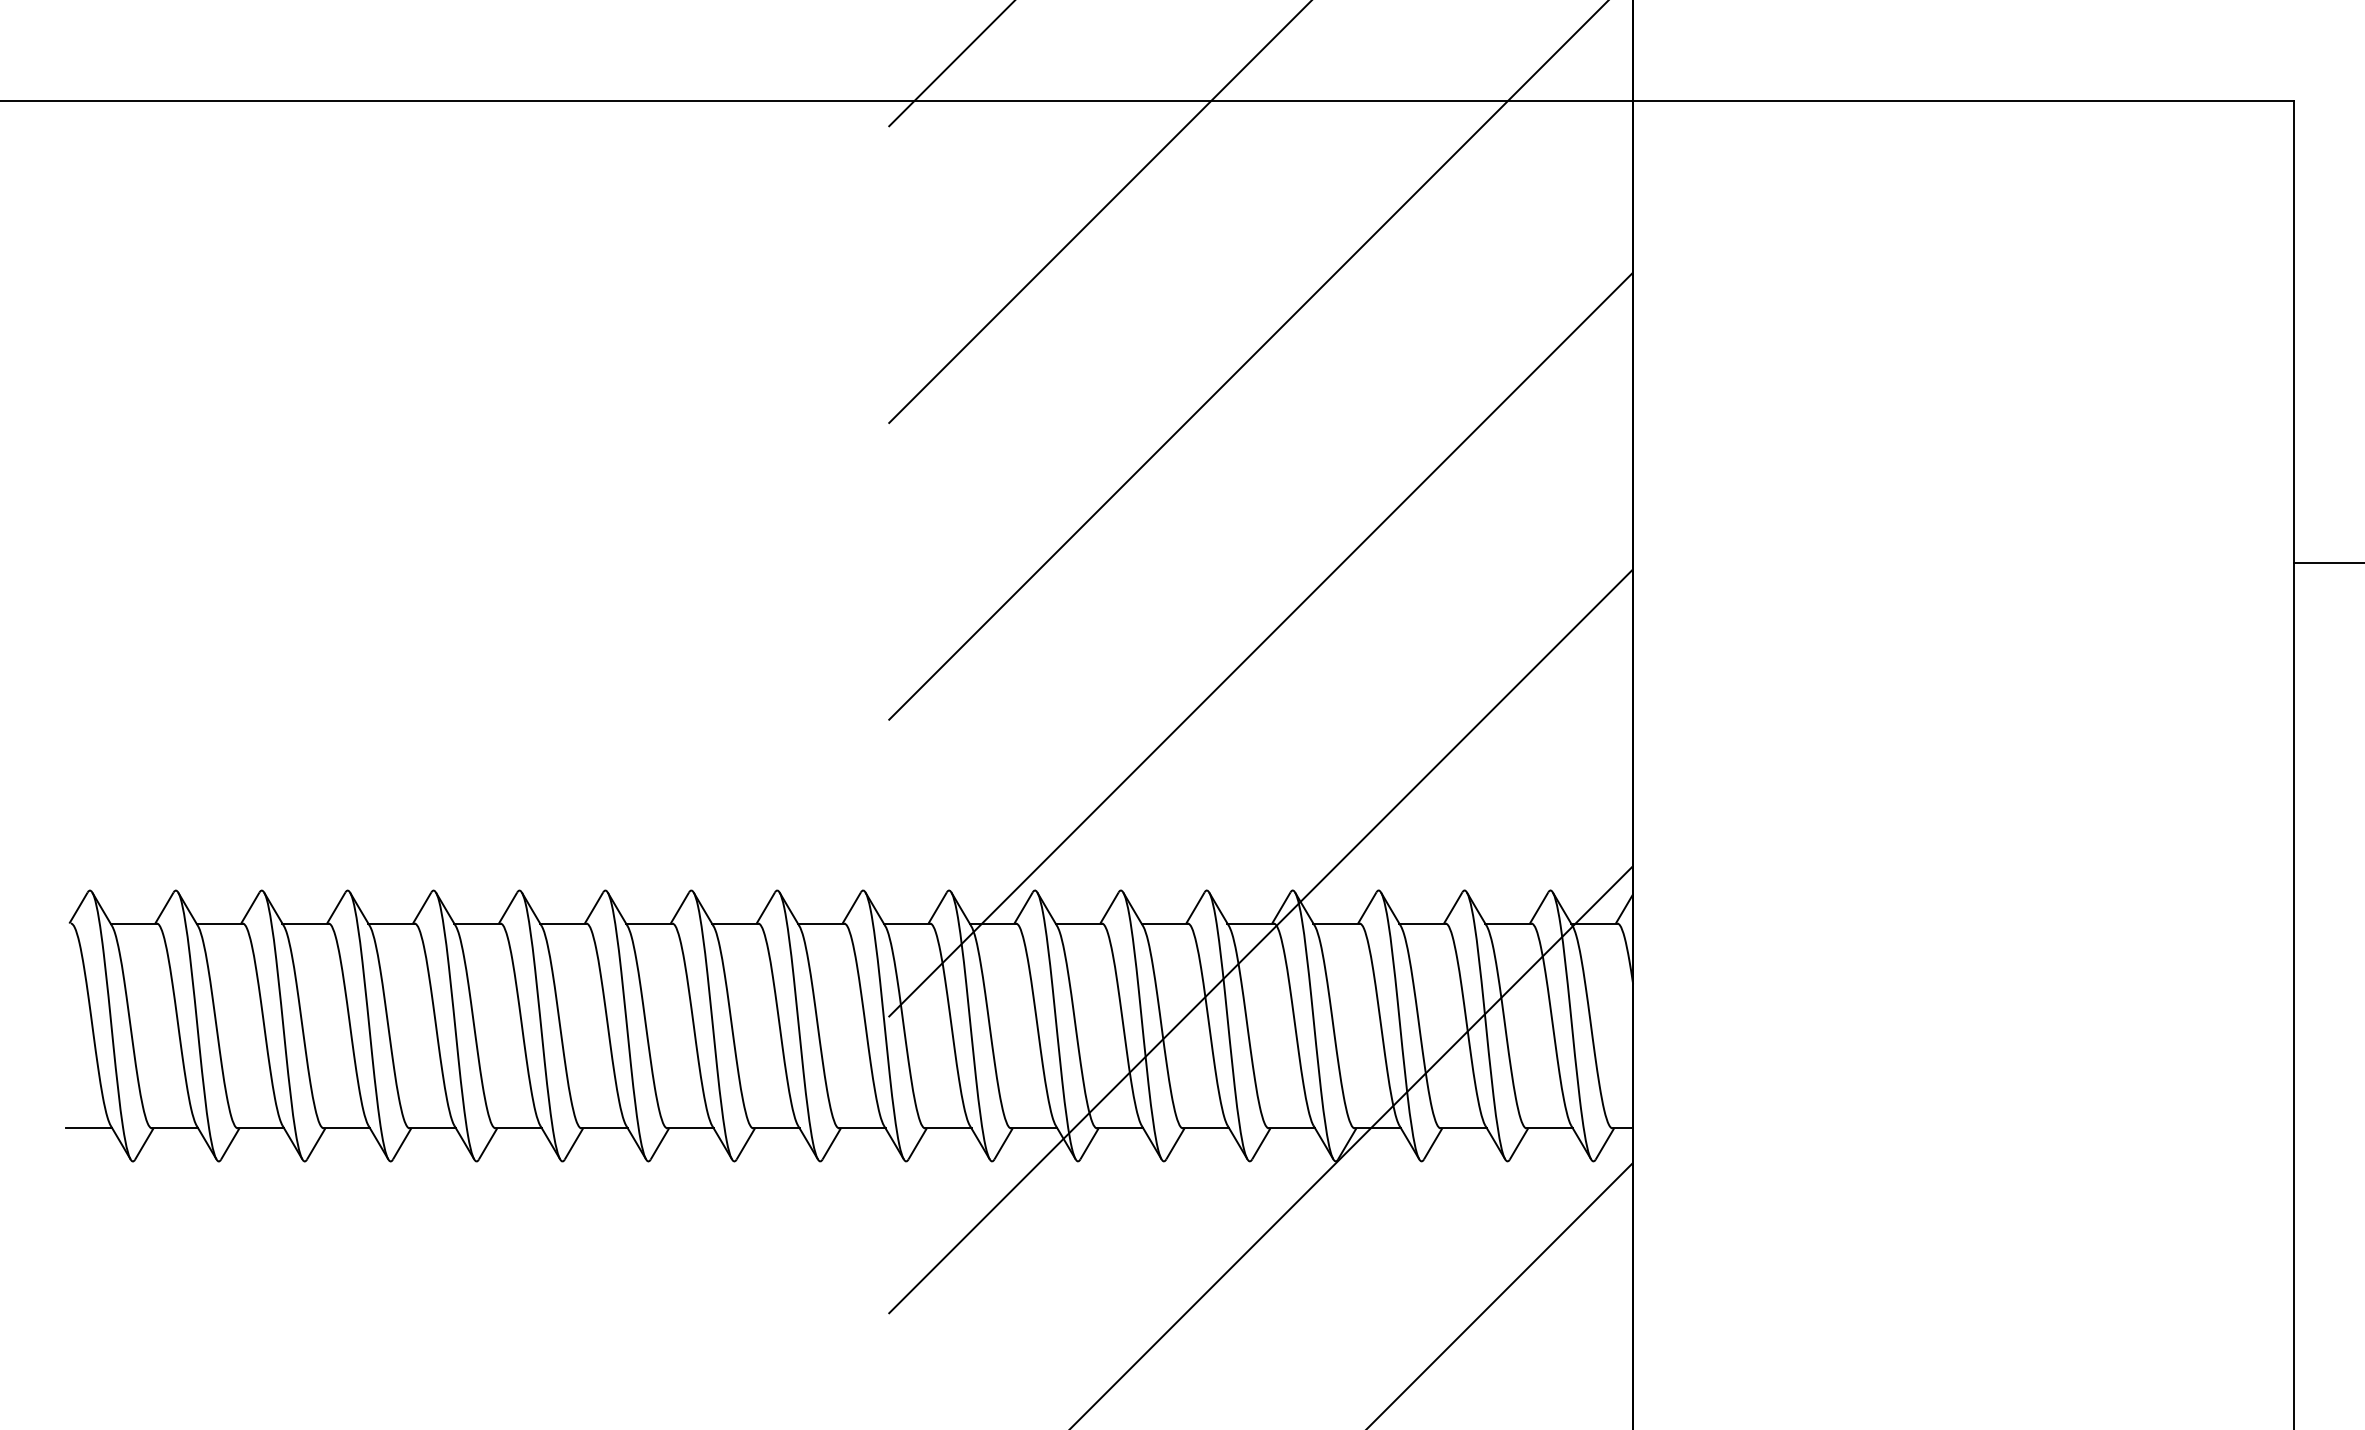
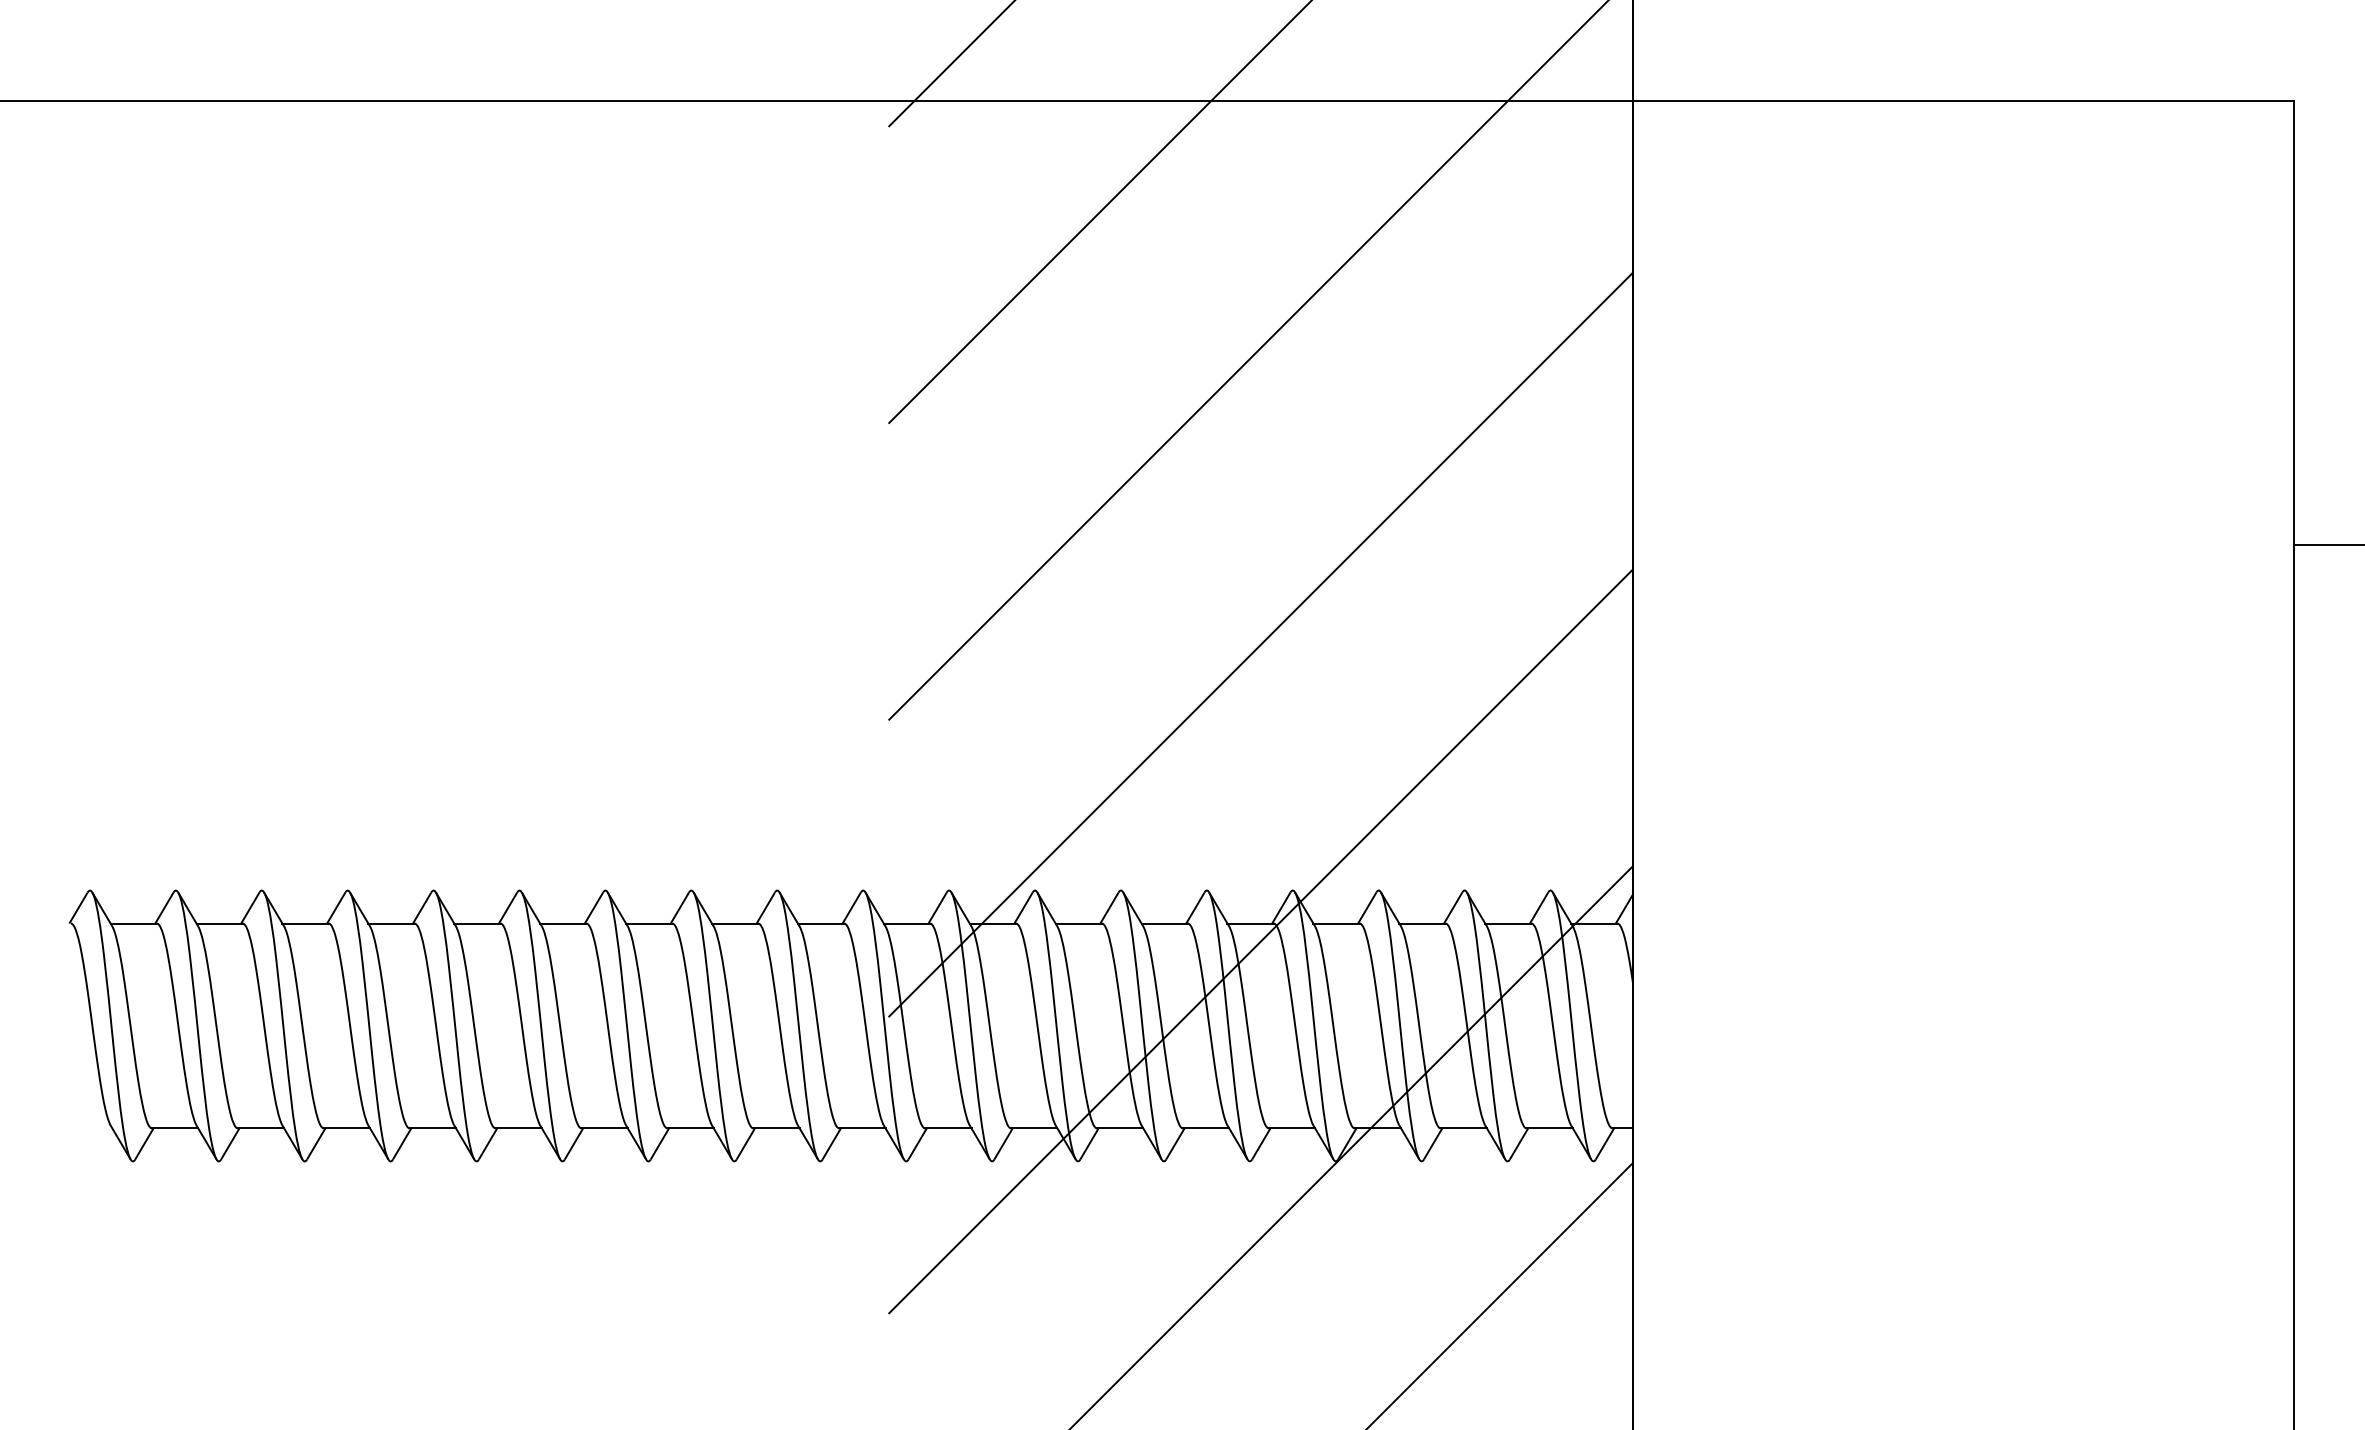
line at (2327, 563) position: (2327, 563) -> (2327, 545)
line at (89, 1128): present -> none
